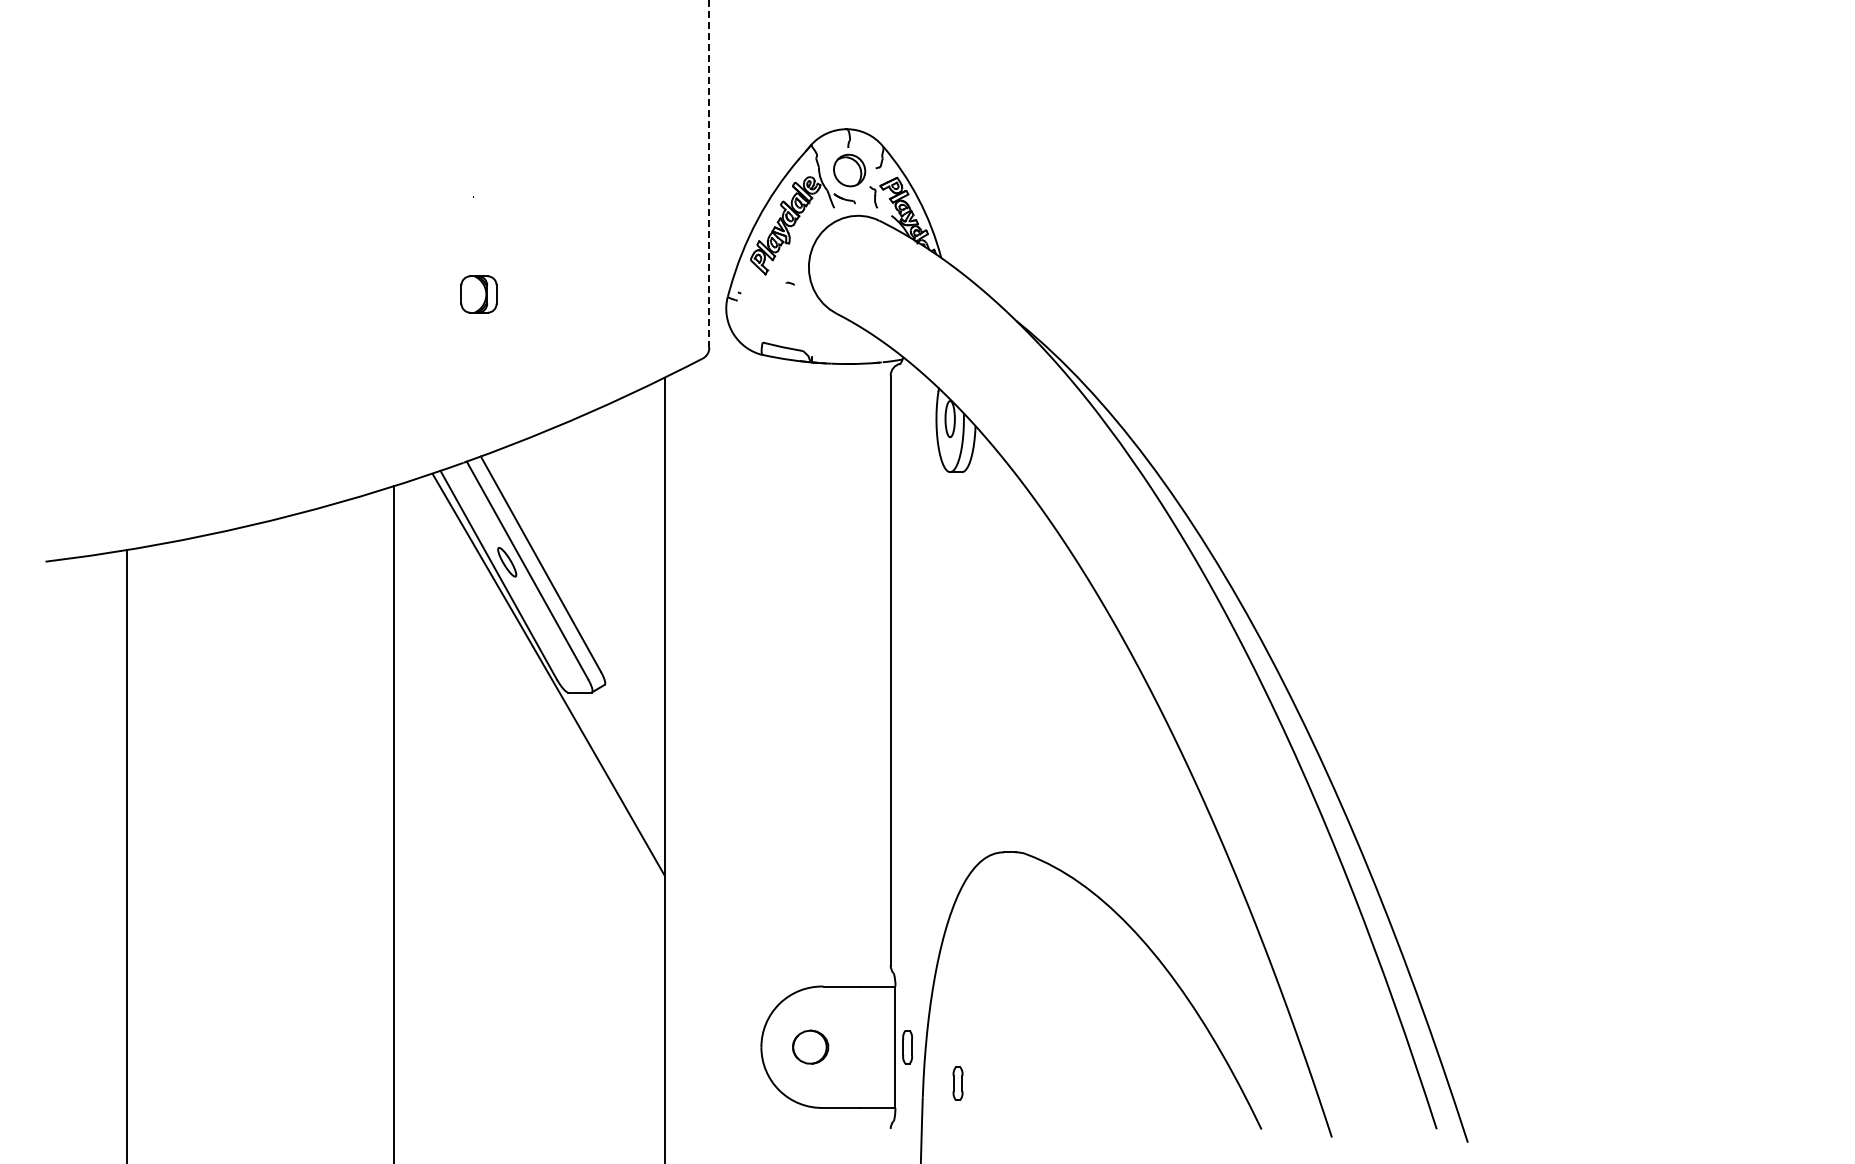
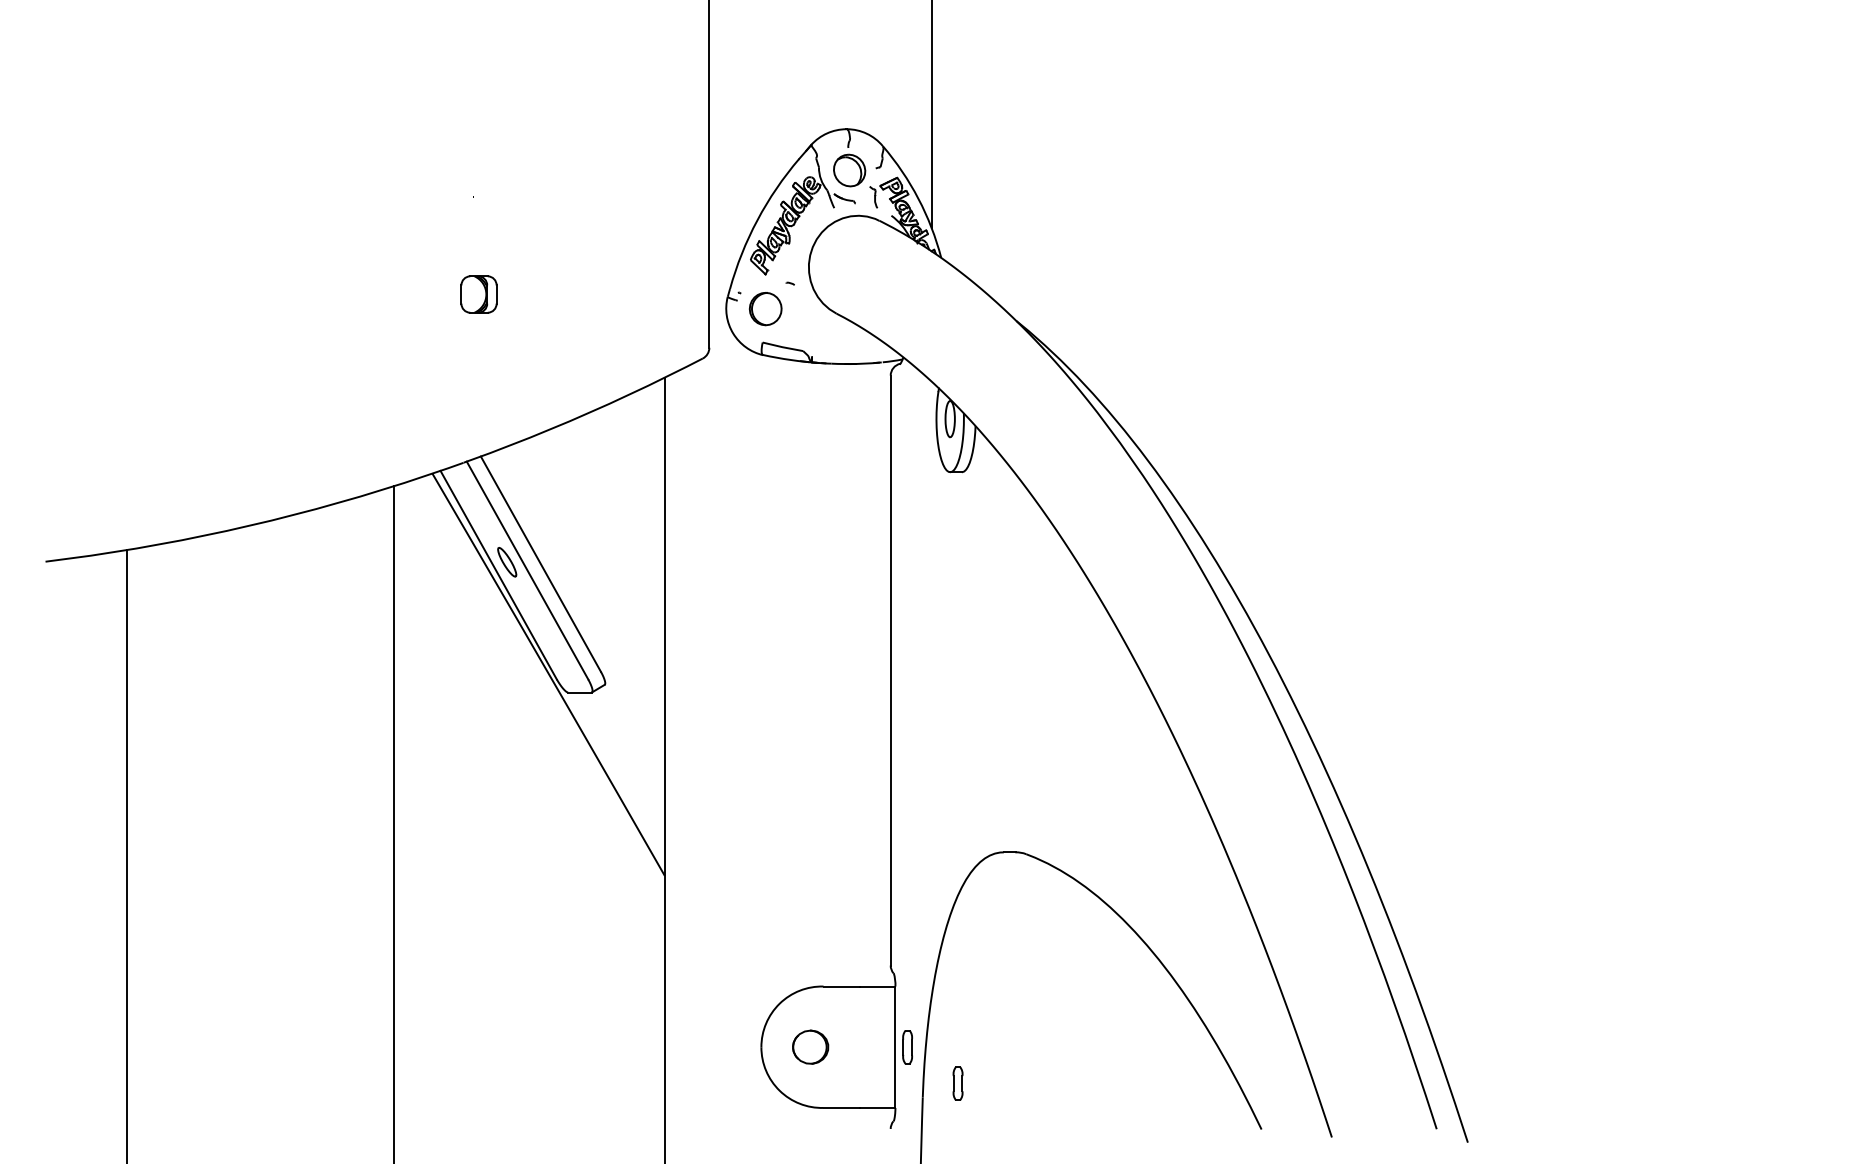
line at (931, 115): none -> present
line at (709, 173): dashed -> solid
part at (765, 309): none -> present
